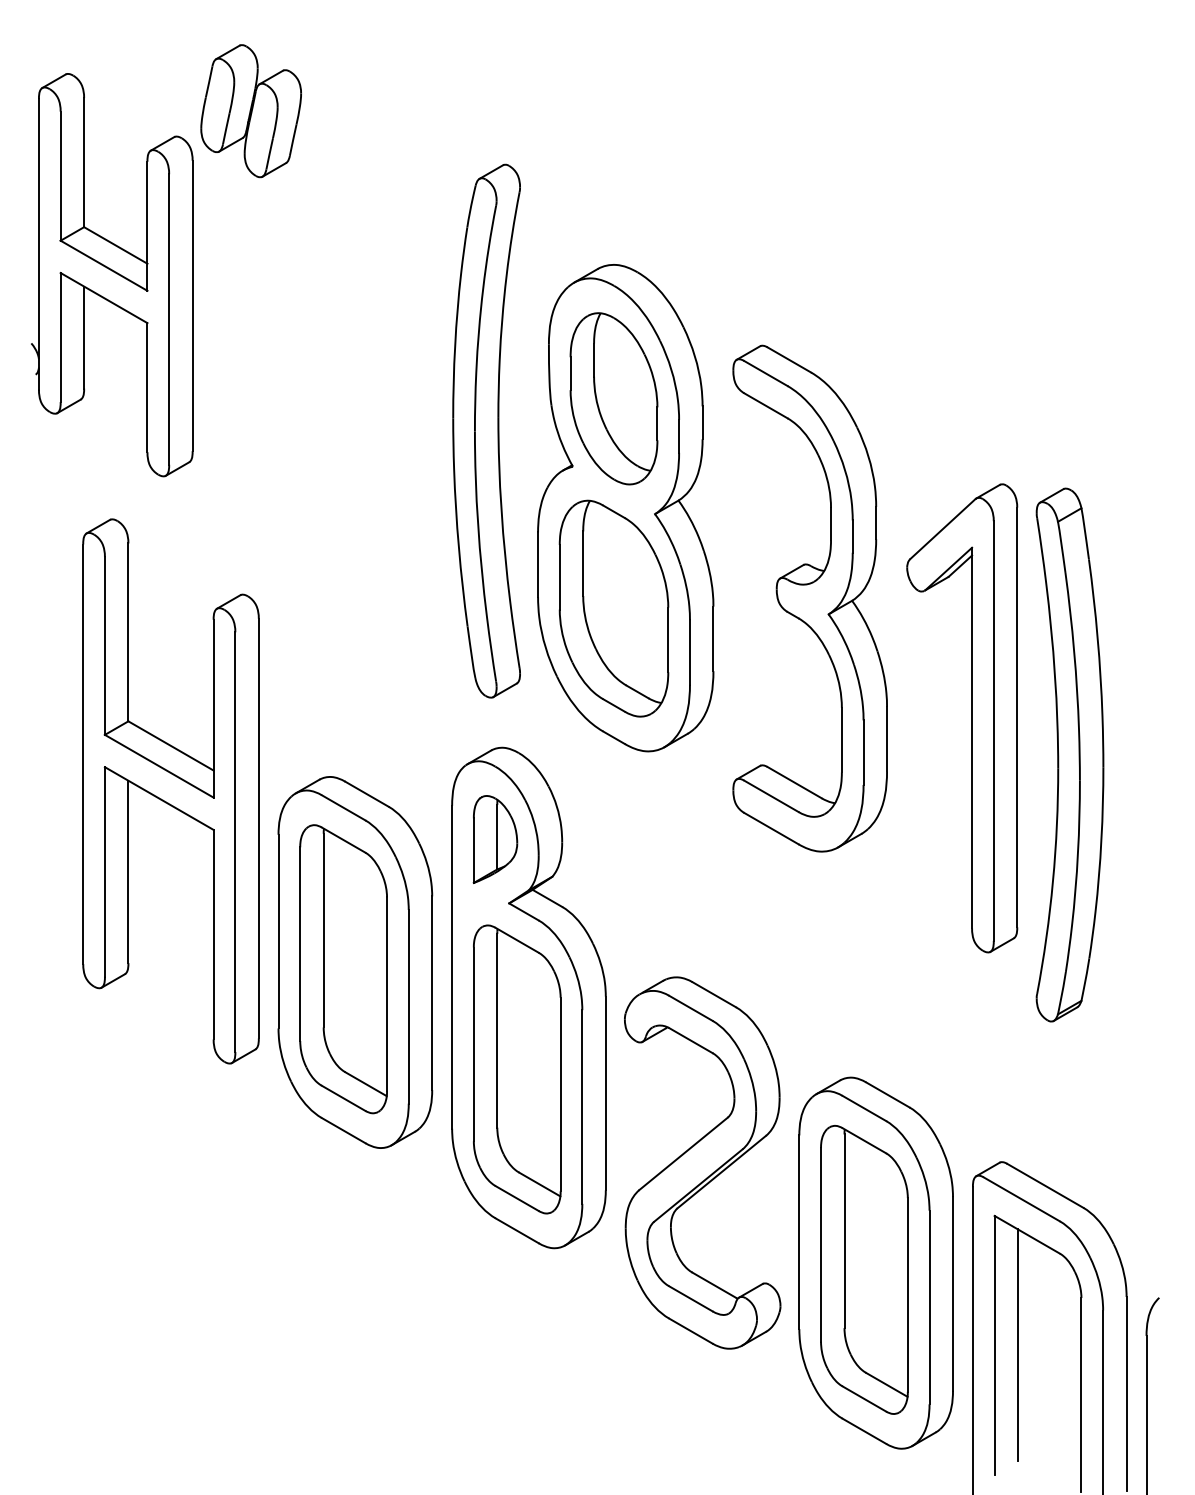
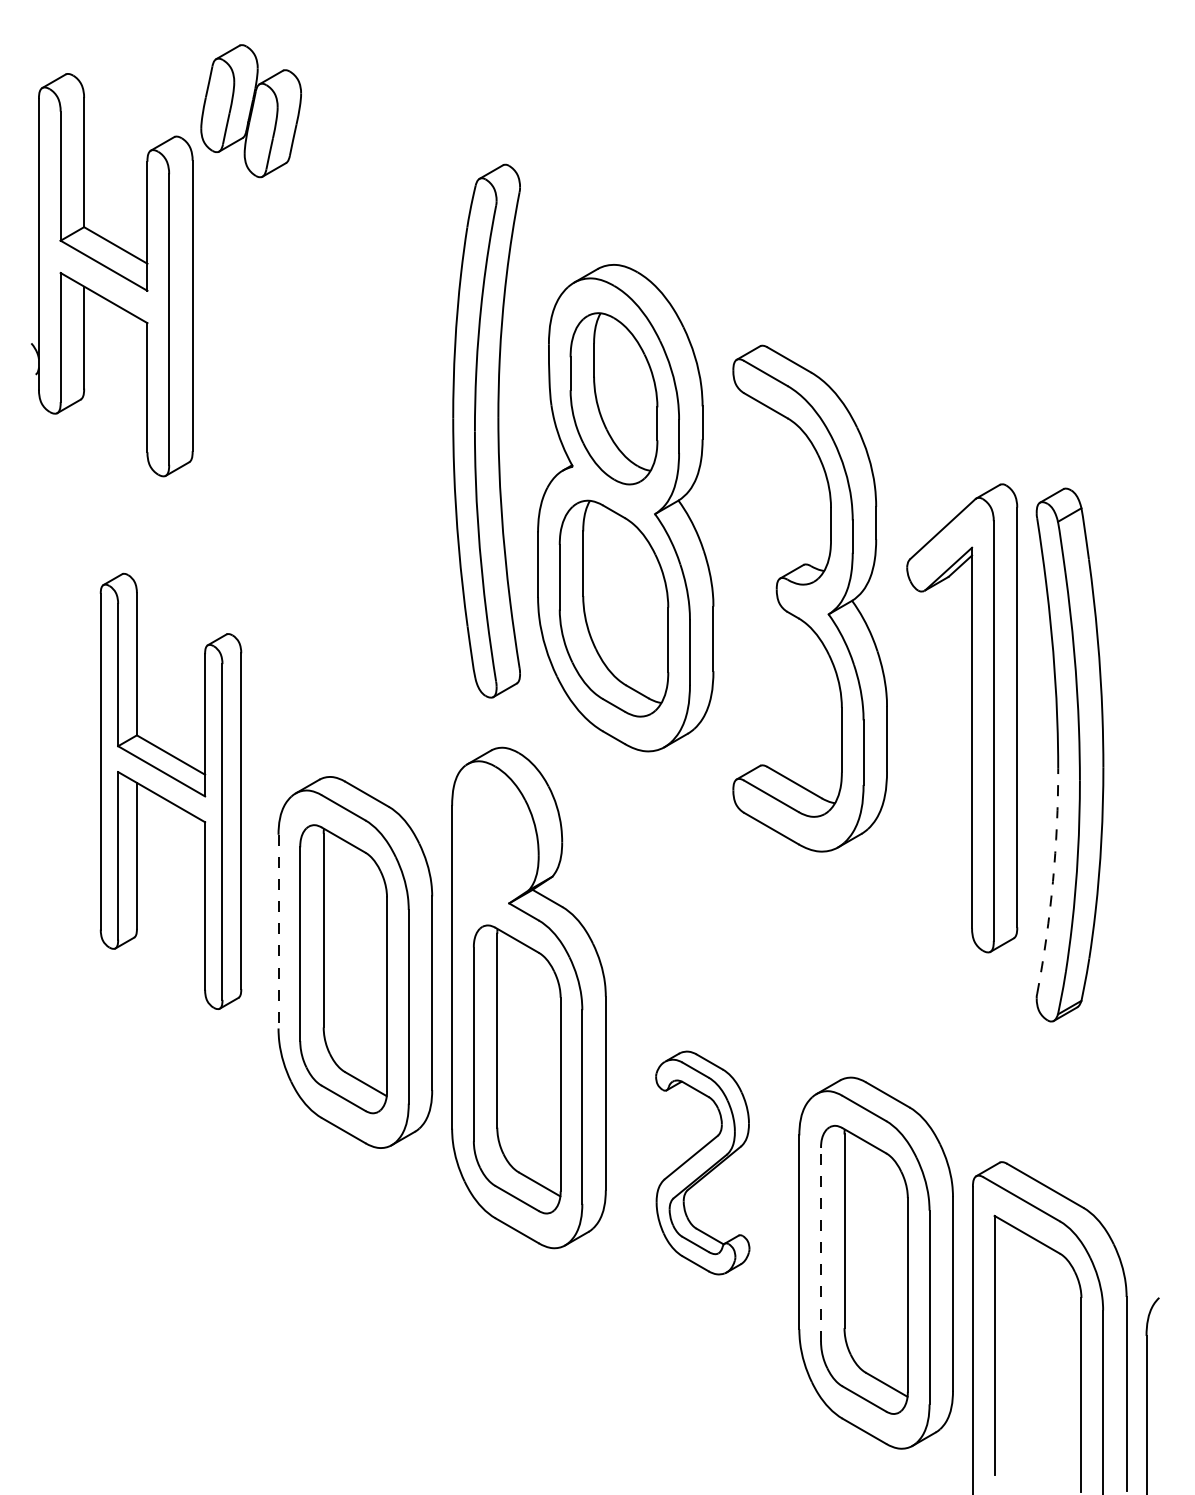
part at (170, 791) size: 178x547 px -> 144x438 px
part at (495, 839): present -> none
arc at (1052, 881): solid -> dashed
line at (278, 931): solid -> dashed
part at (702, 1162) size: 158x374 px -> 96x226 px
line at (821, 1244): solid -> dashed
line at (1018, 1344): present -> none
